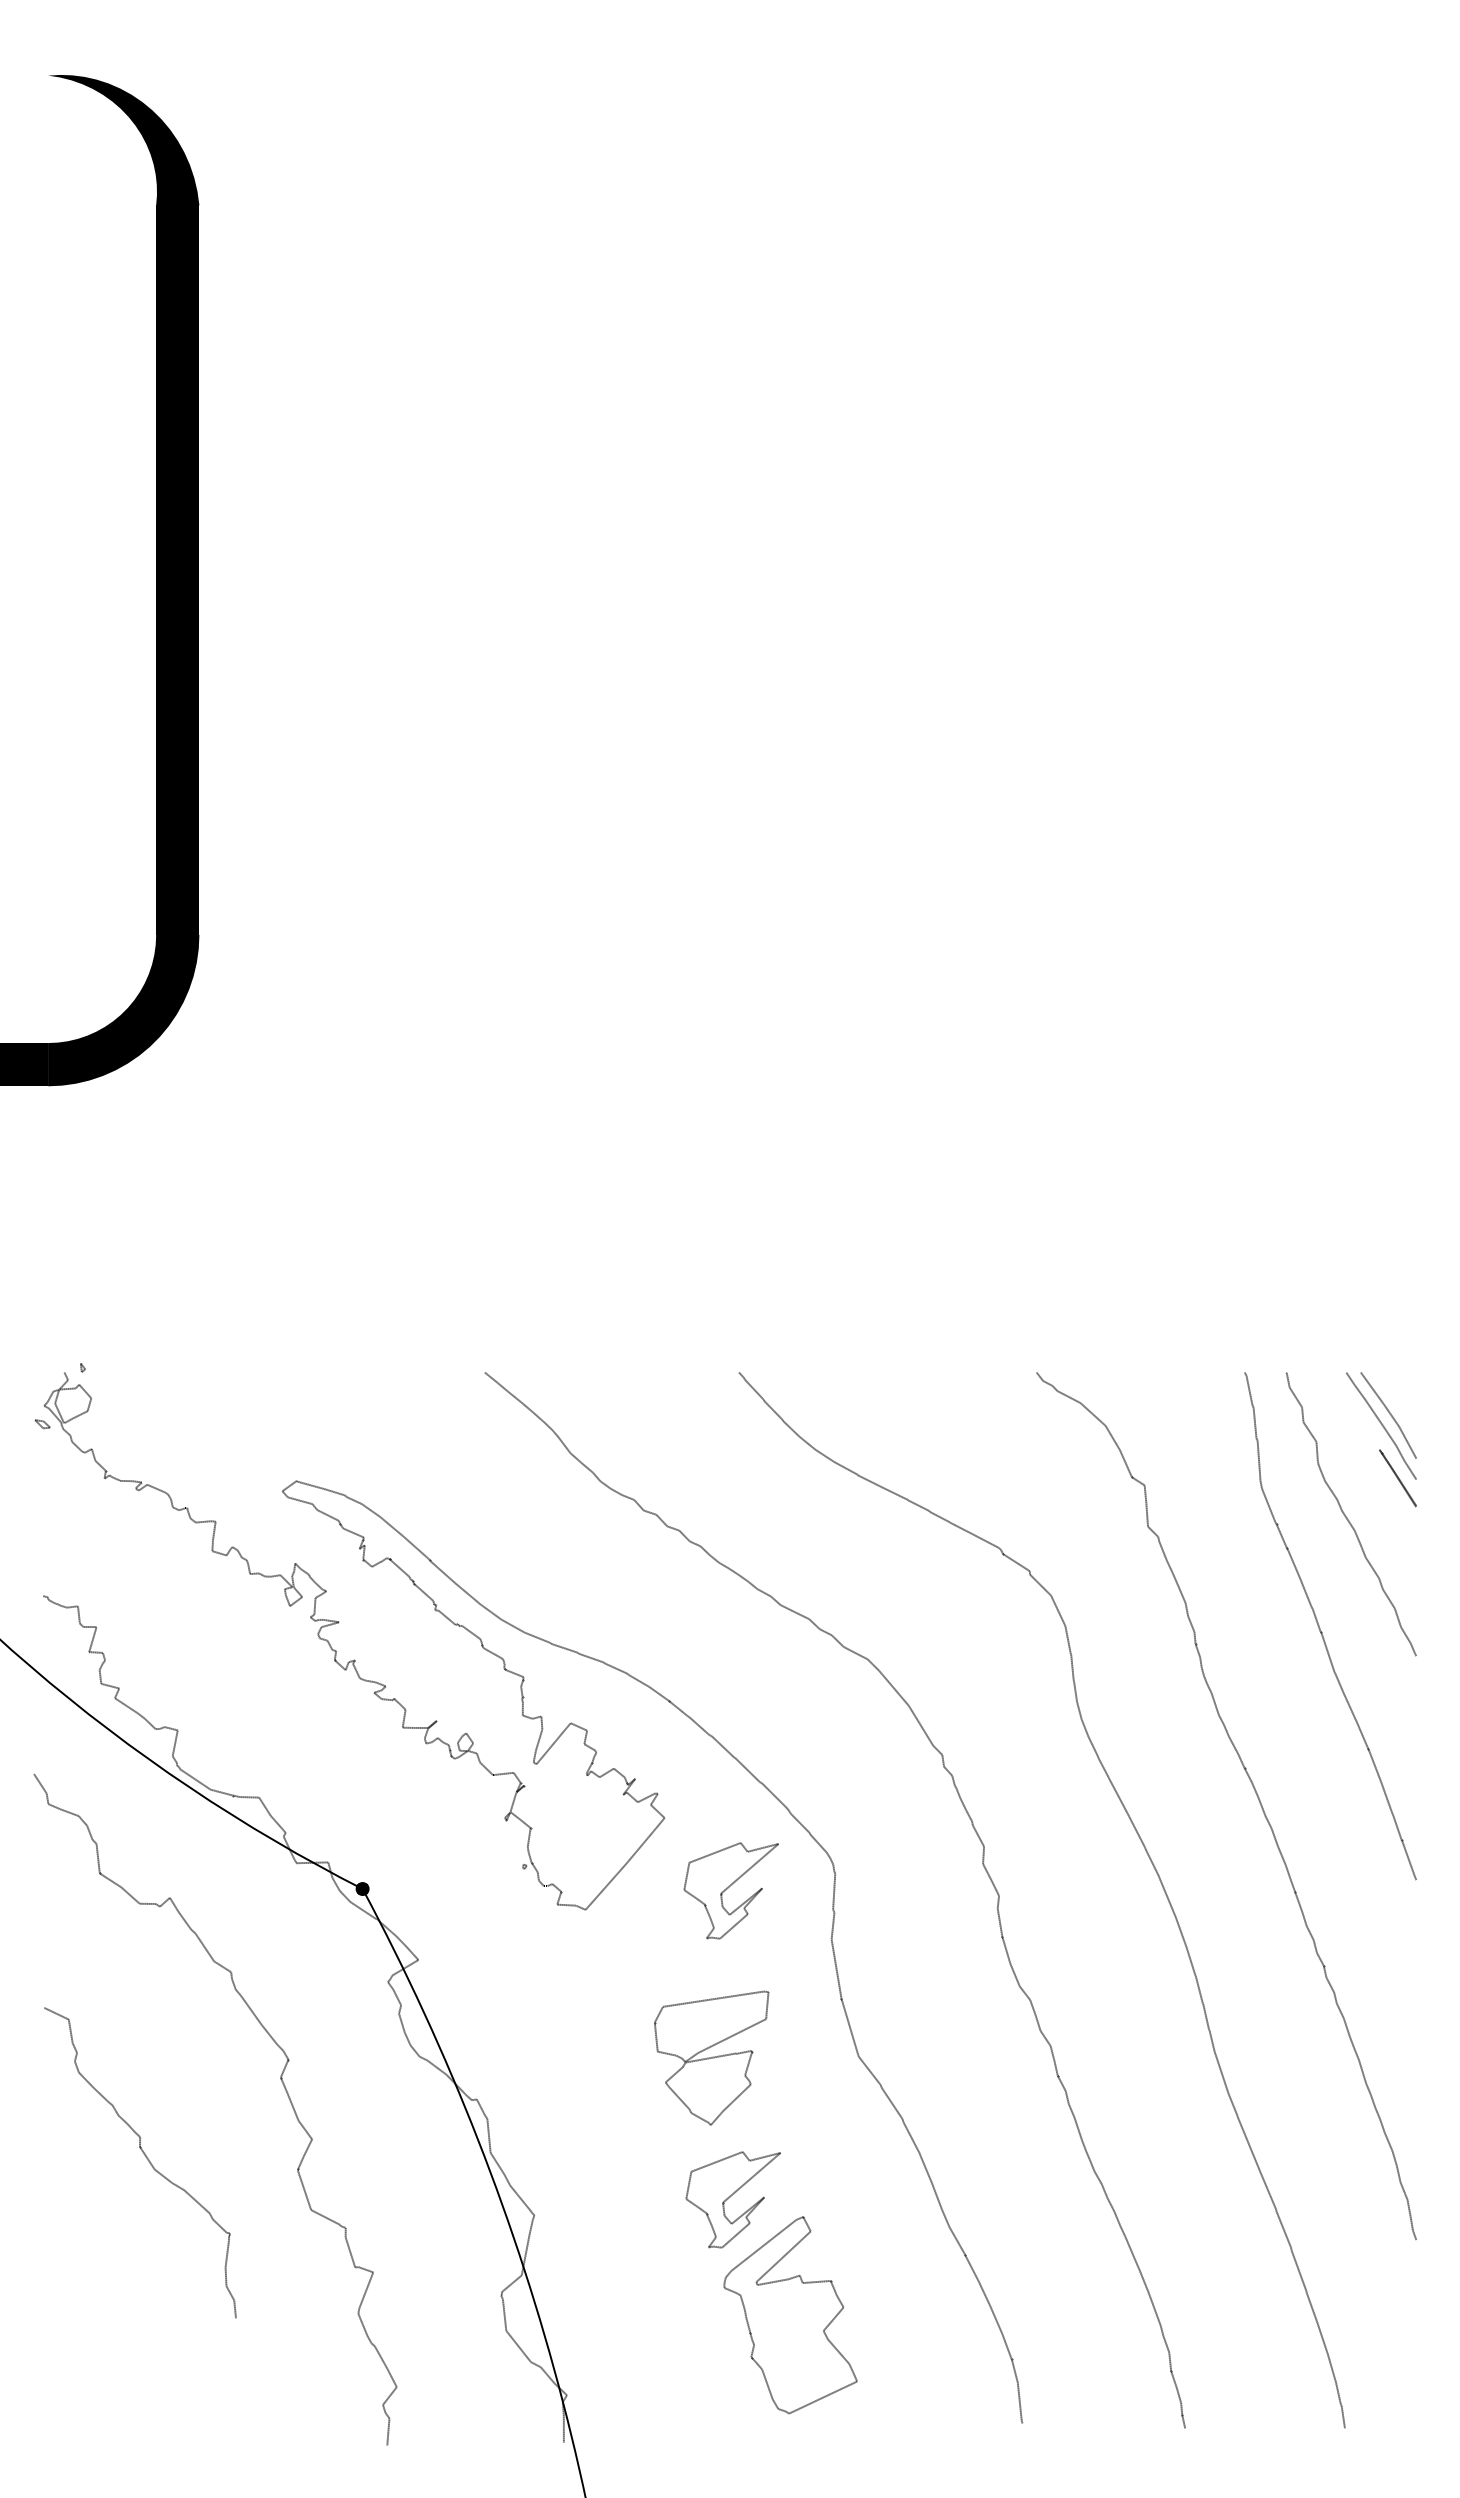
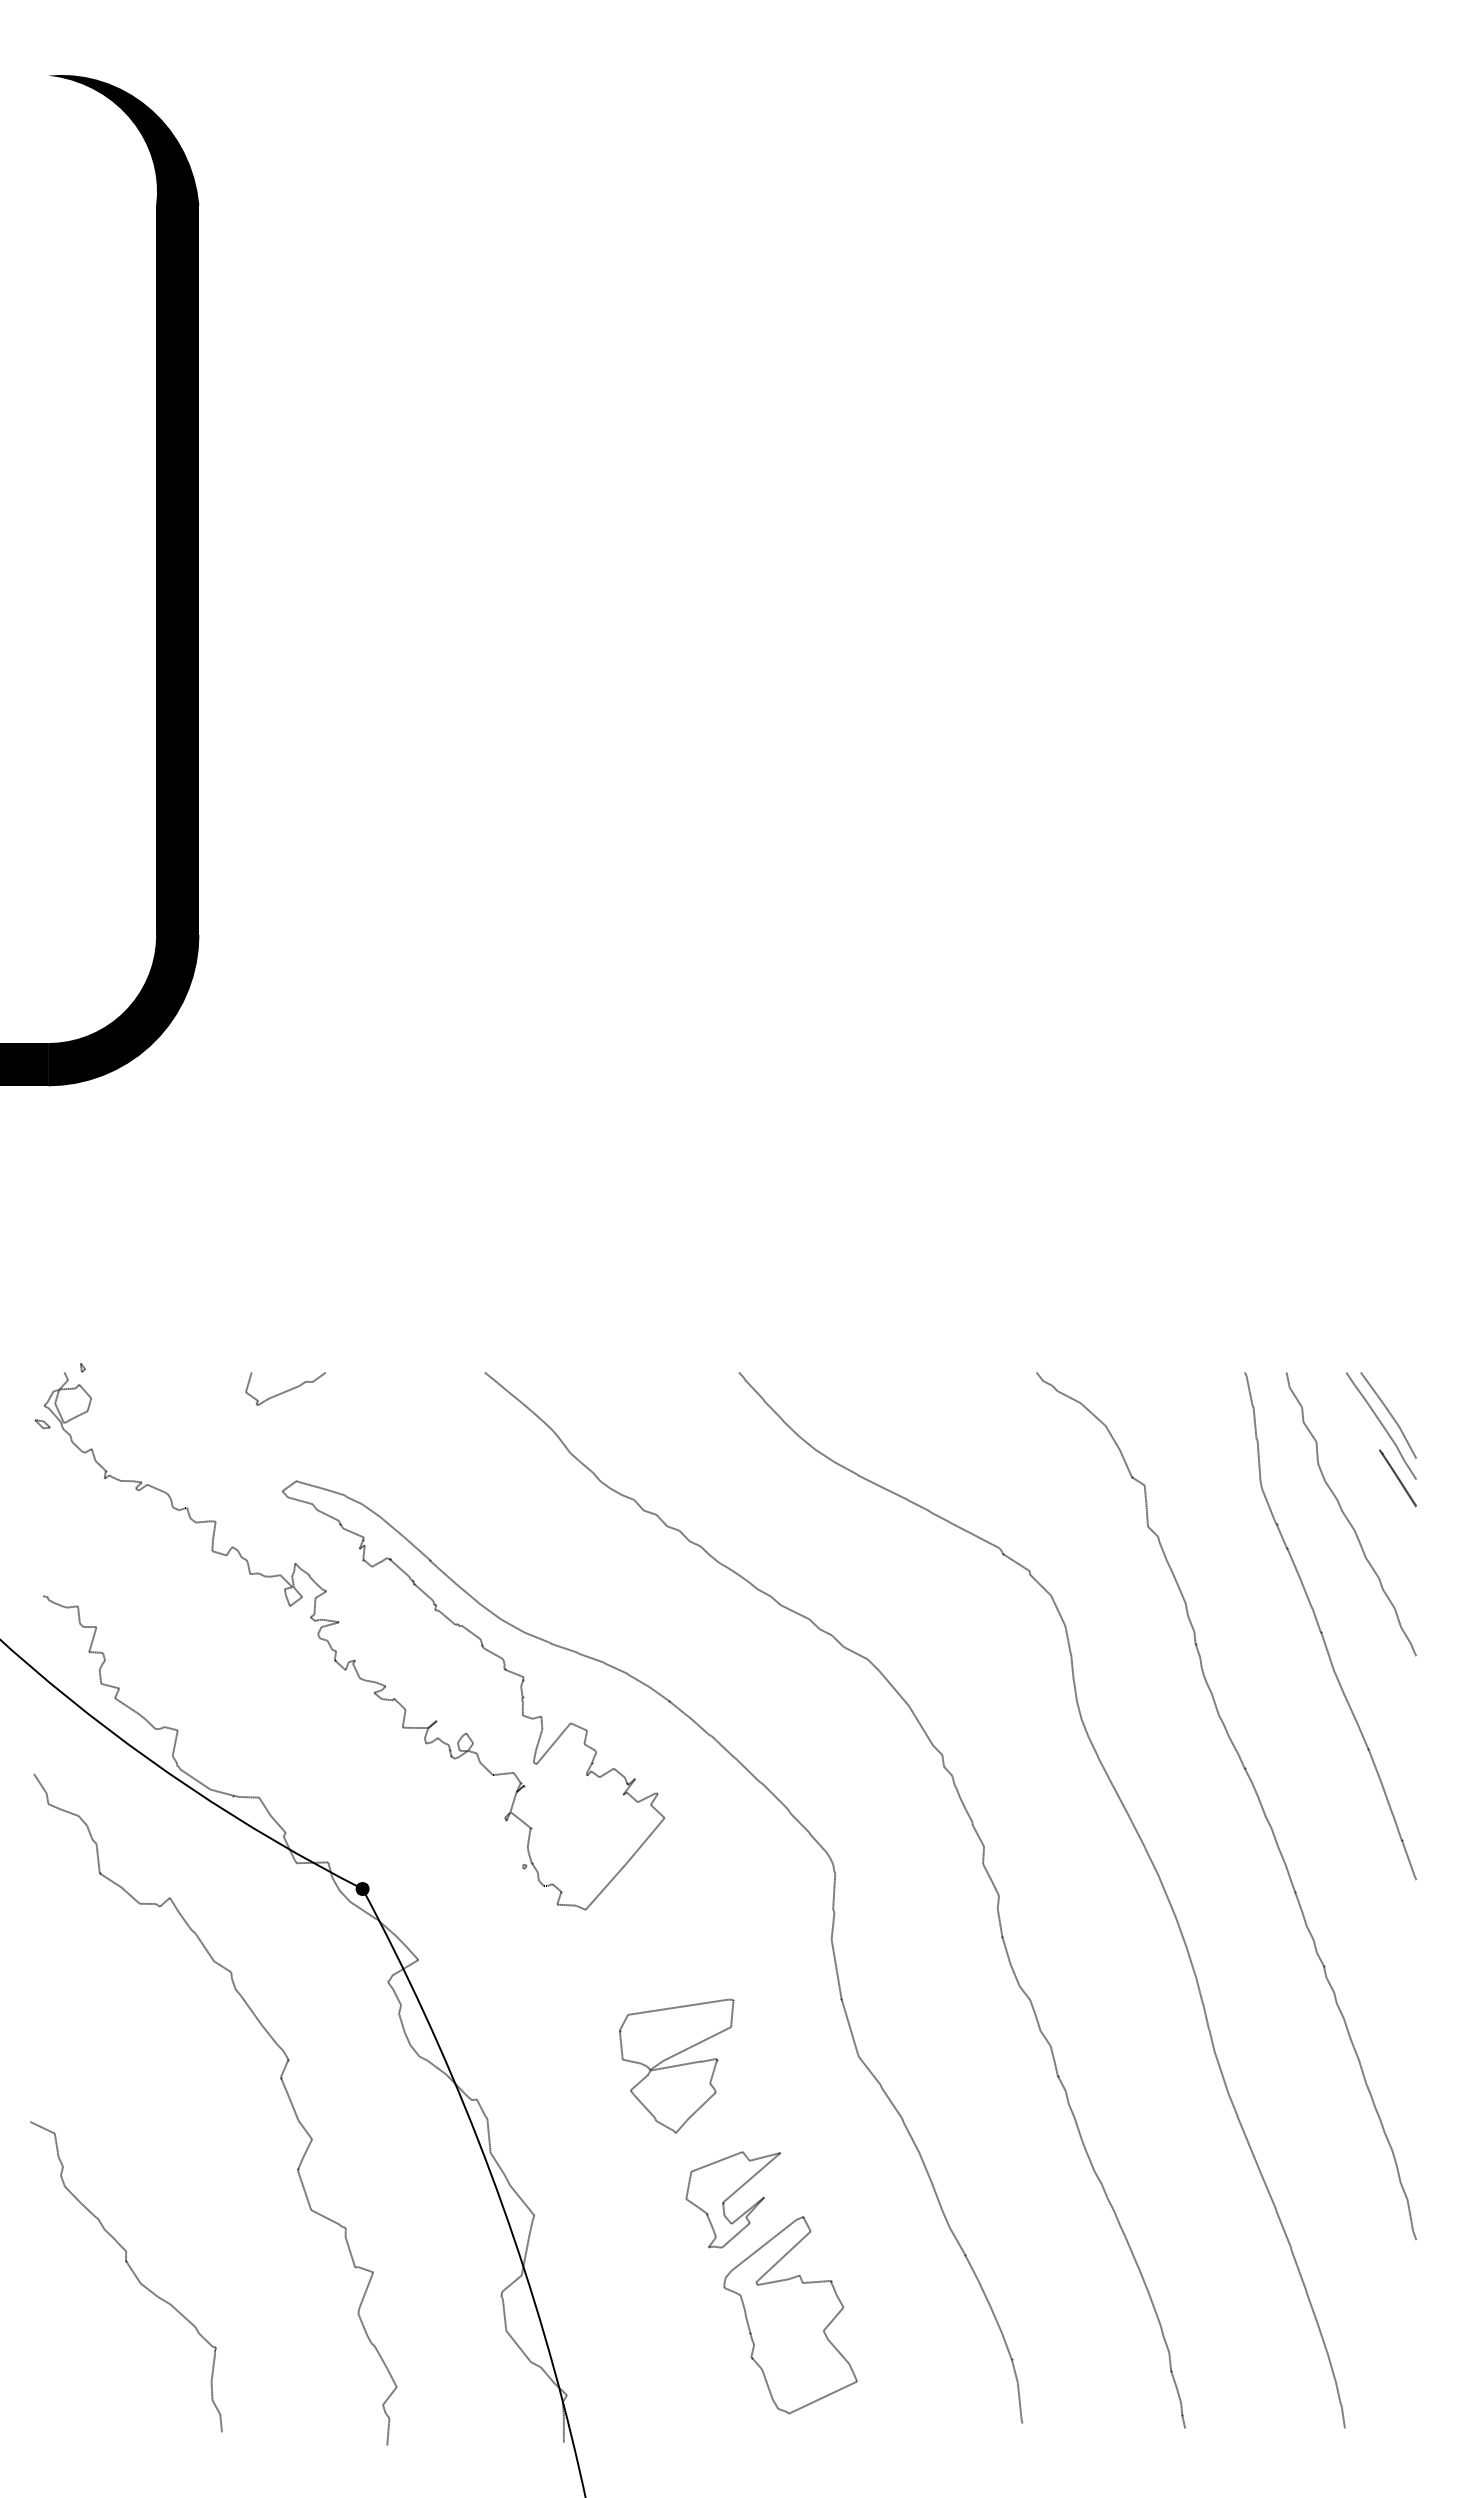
curve at (285, 1390): none -> present
part at (730, 1890): present -> none
part at (711, 2057) position: (711, 2057) -> (676, 2065)
curve at (145, 2157) position: (145, 2157) -> (131, 2271)
